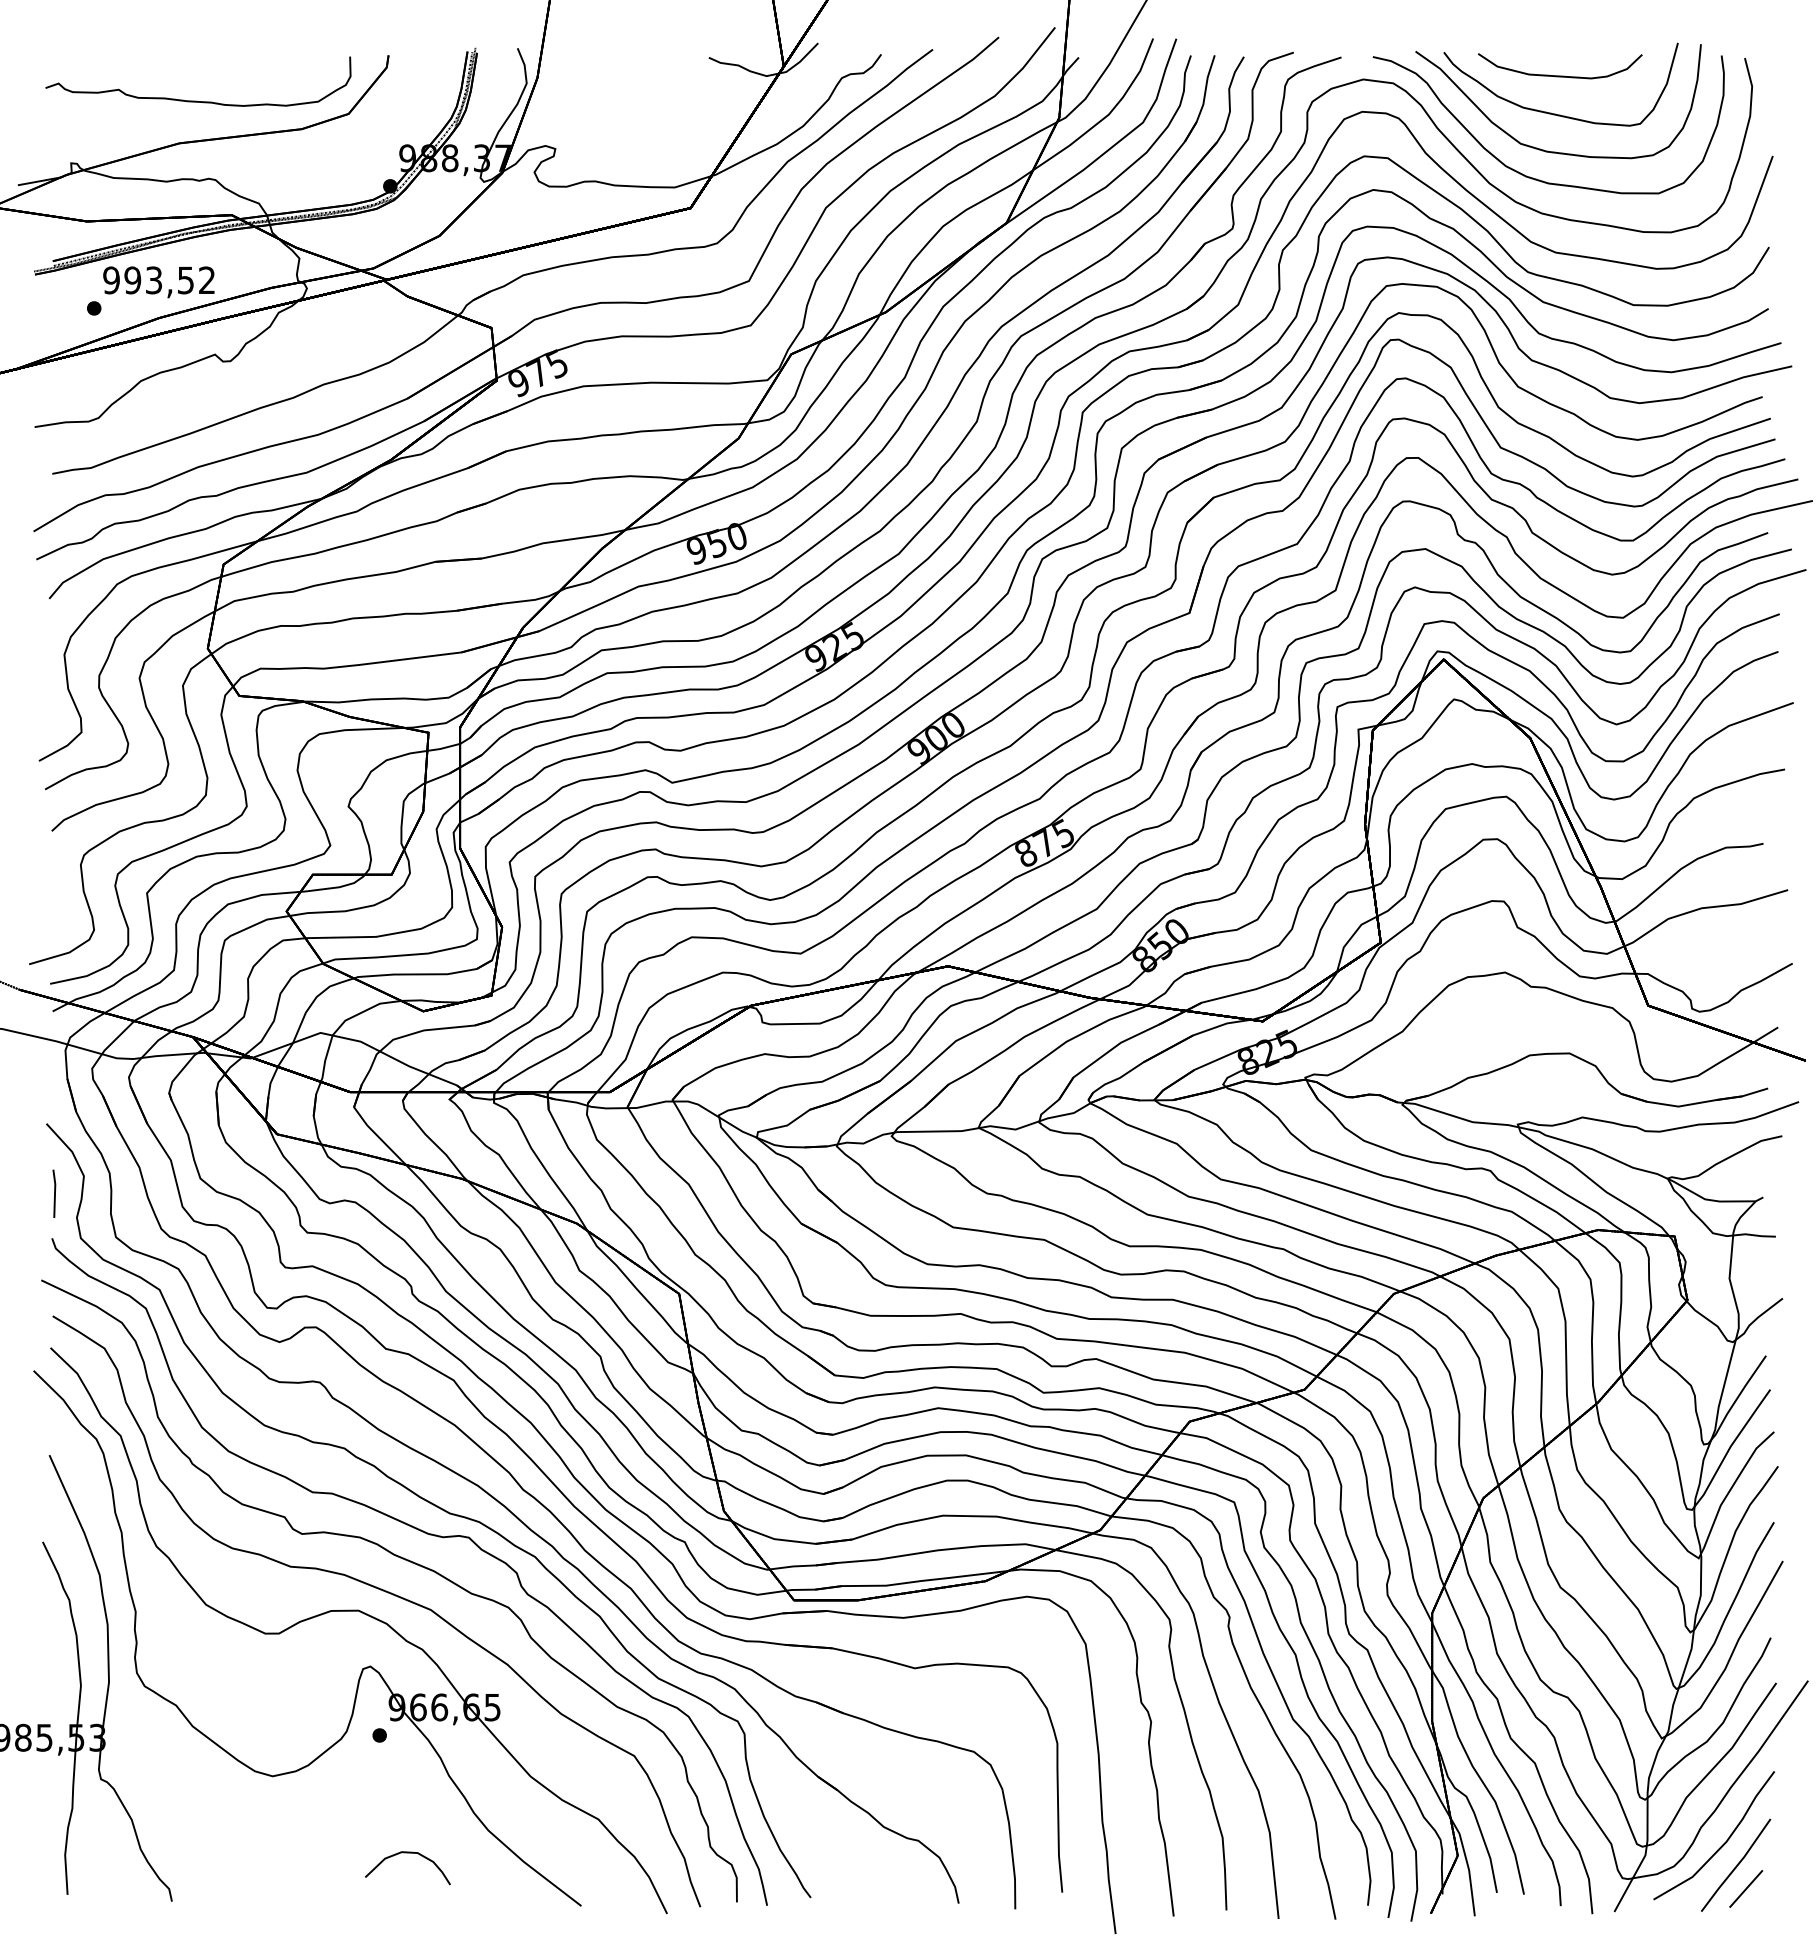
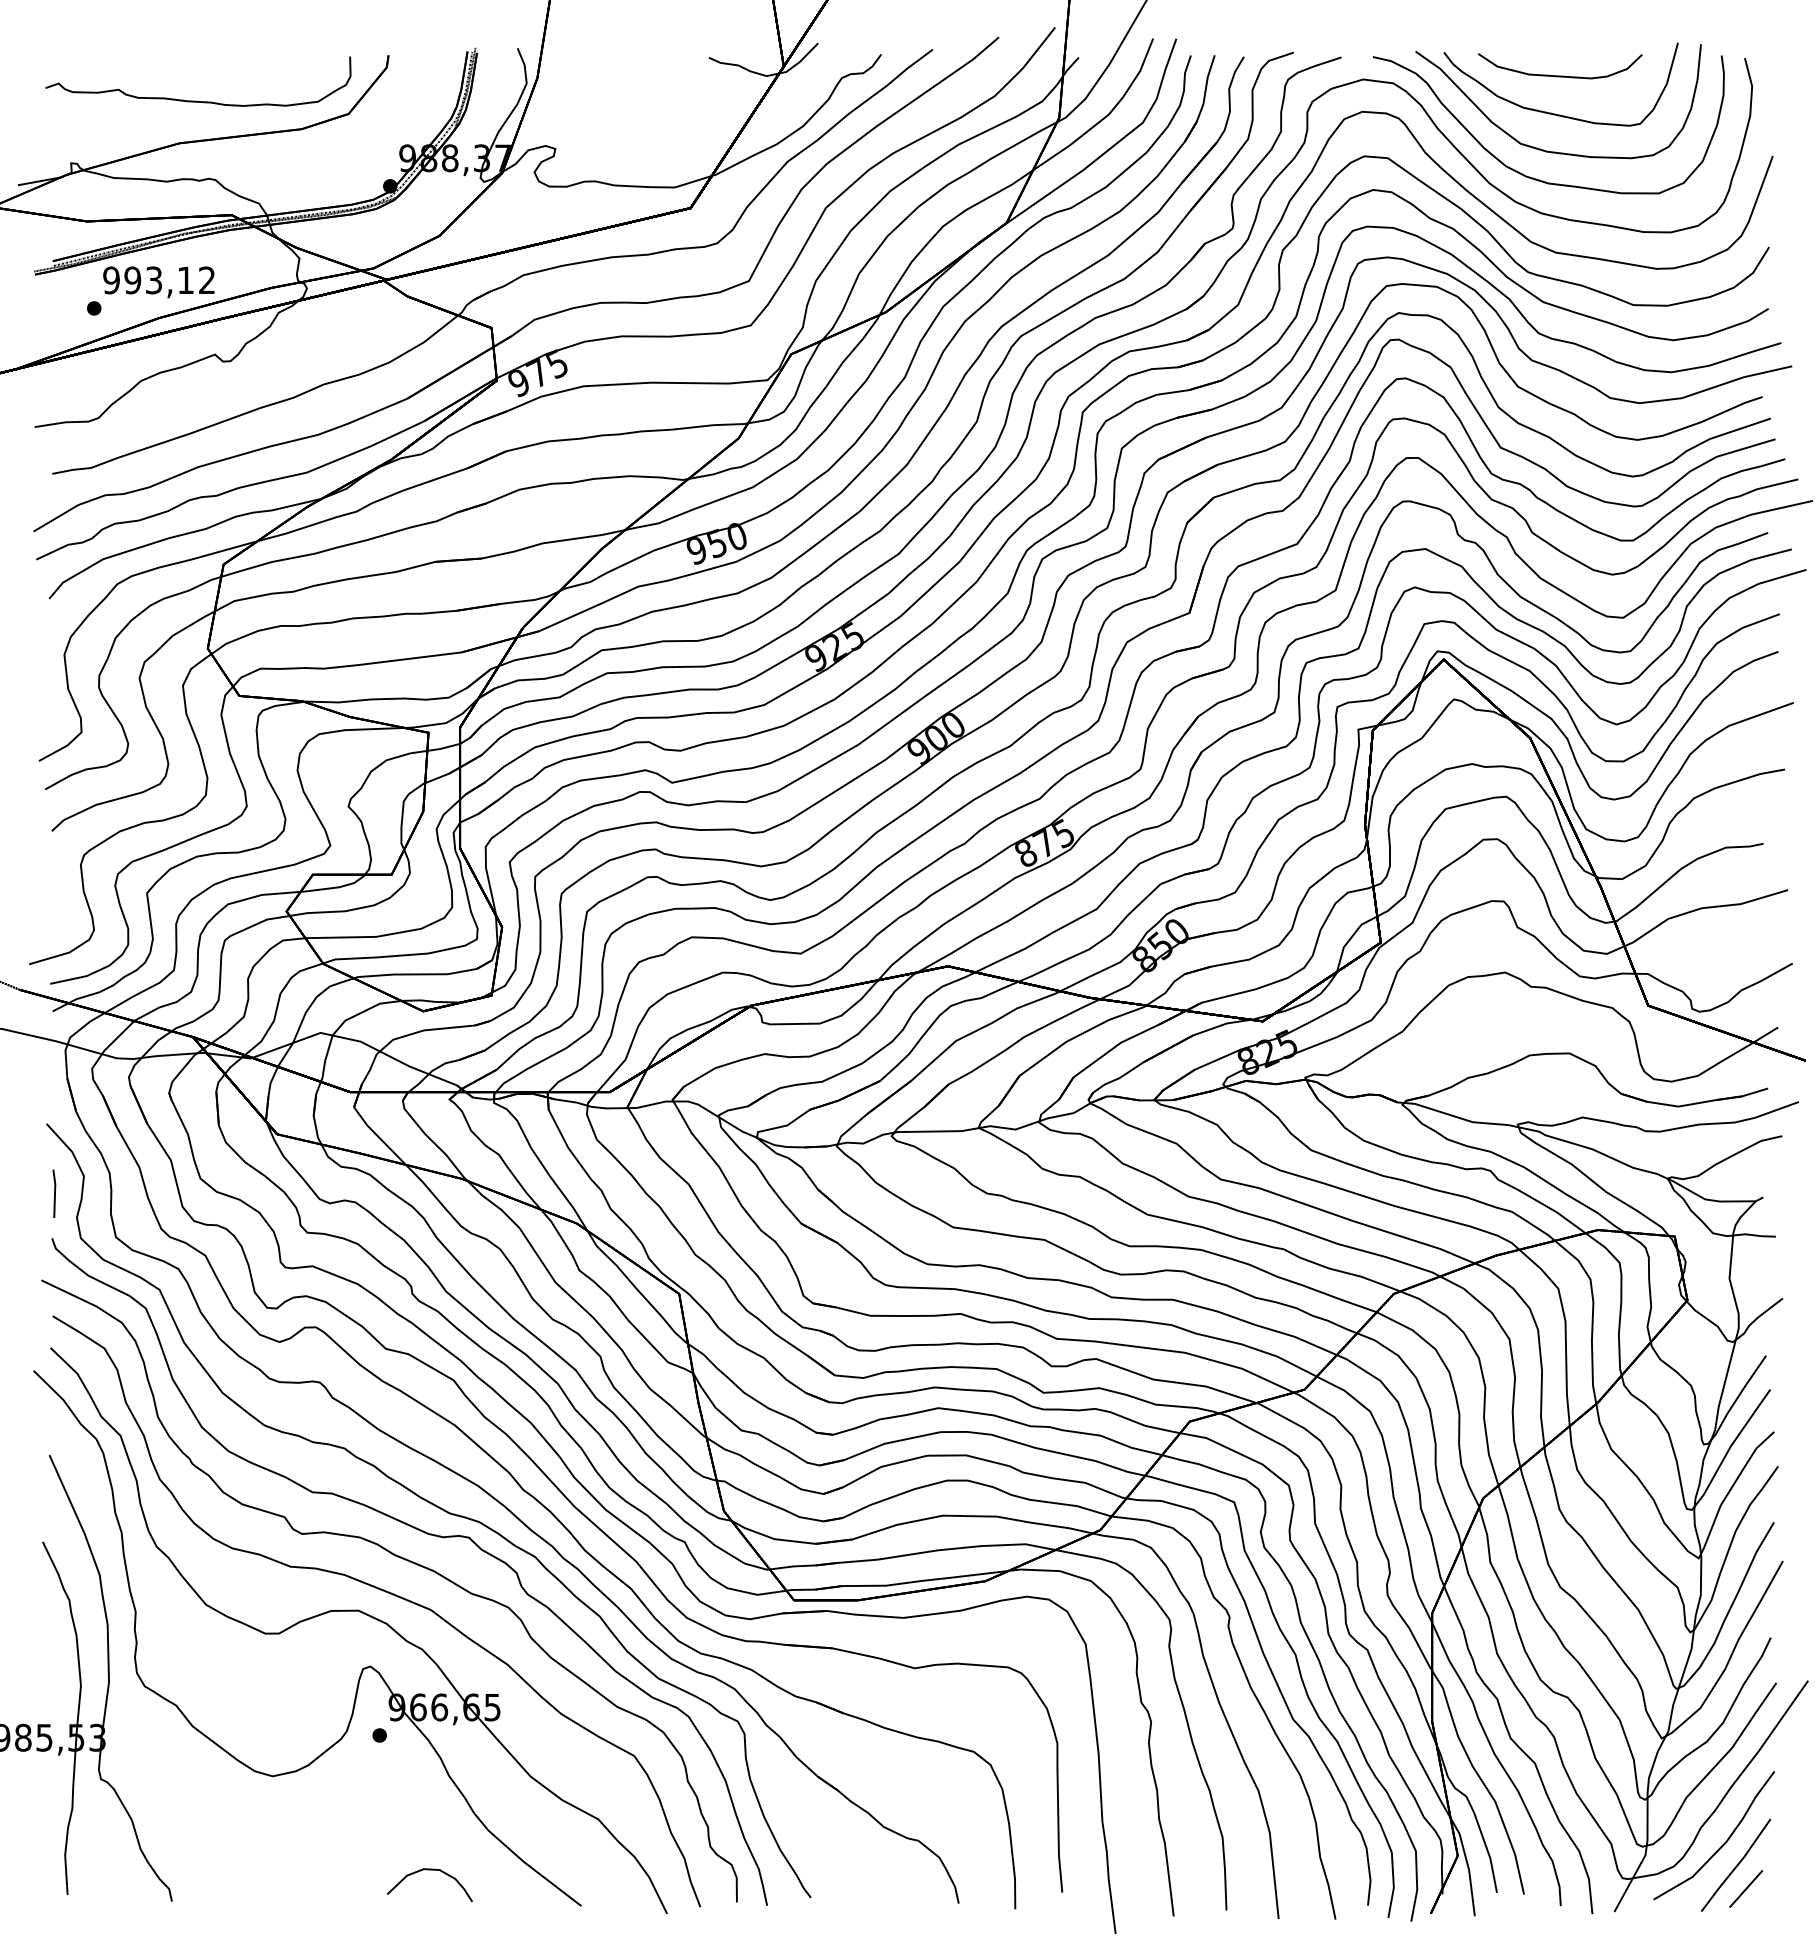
text at (185, 280): 993,52 -> 993,12
curve at (407, 1853) position: (407, 1853) -> (429, 1870)
